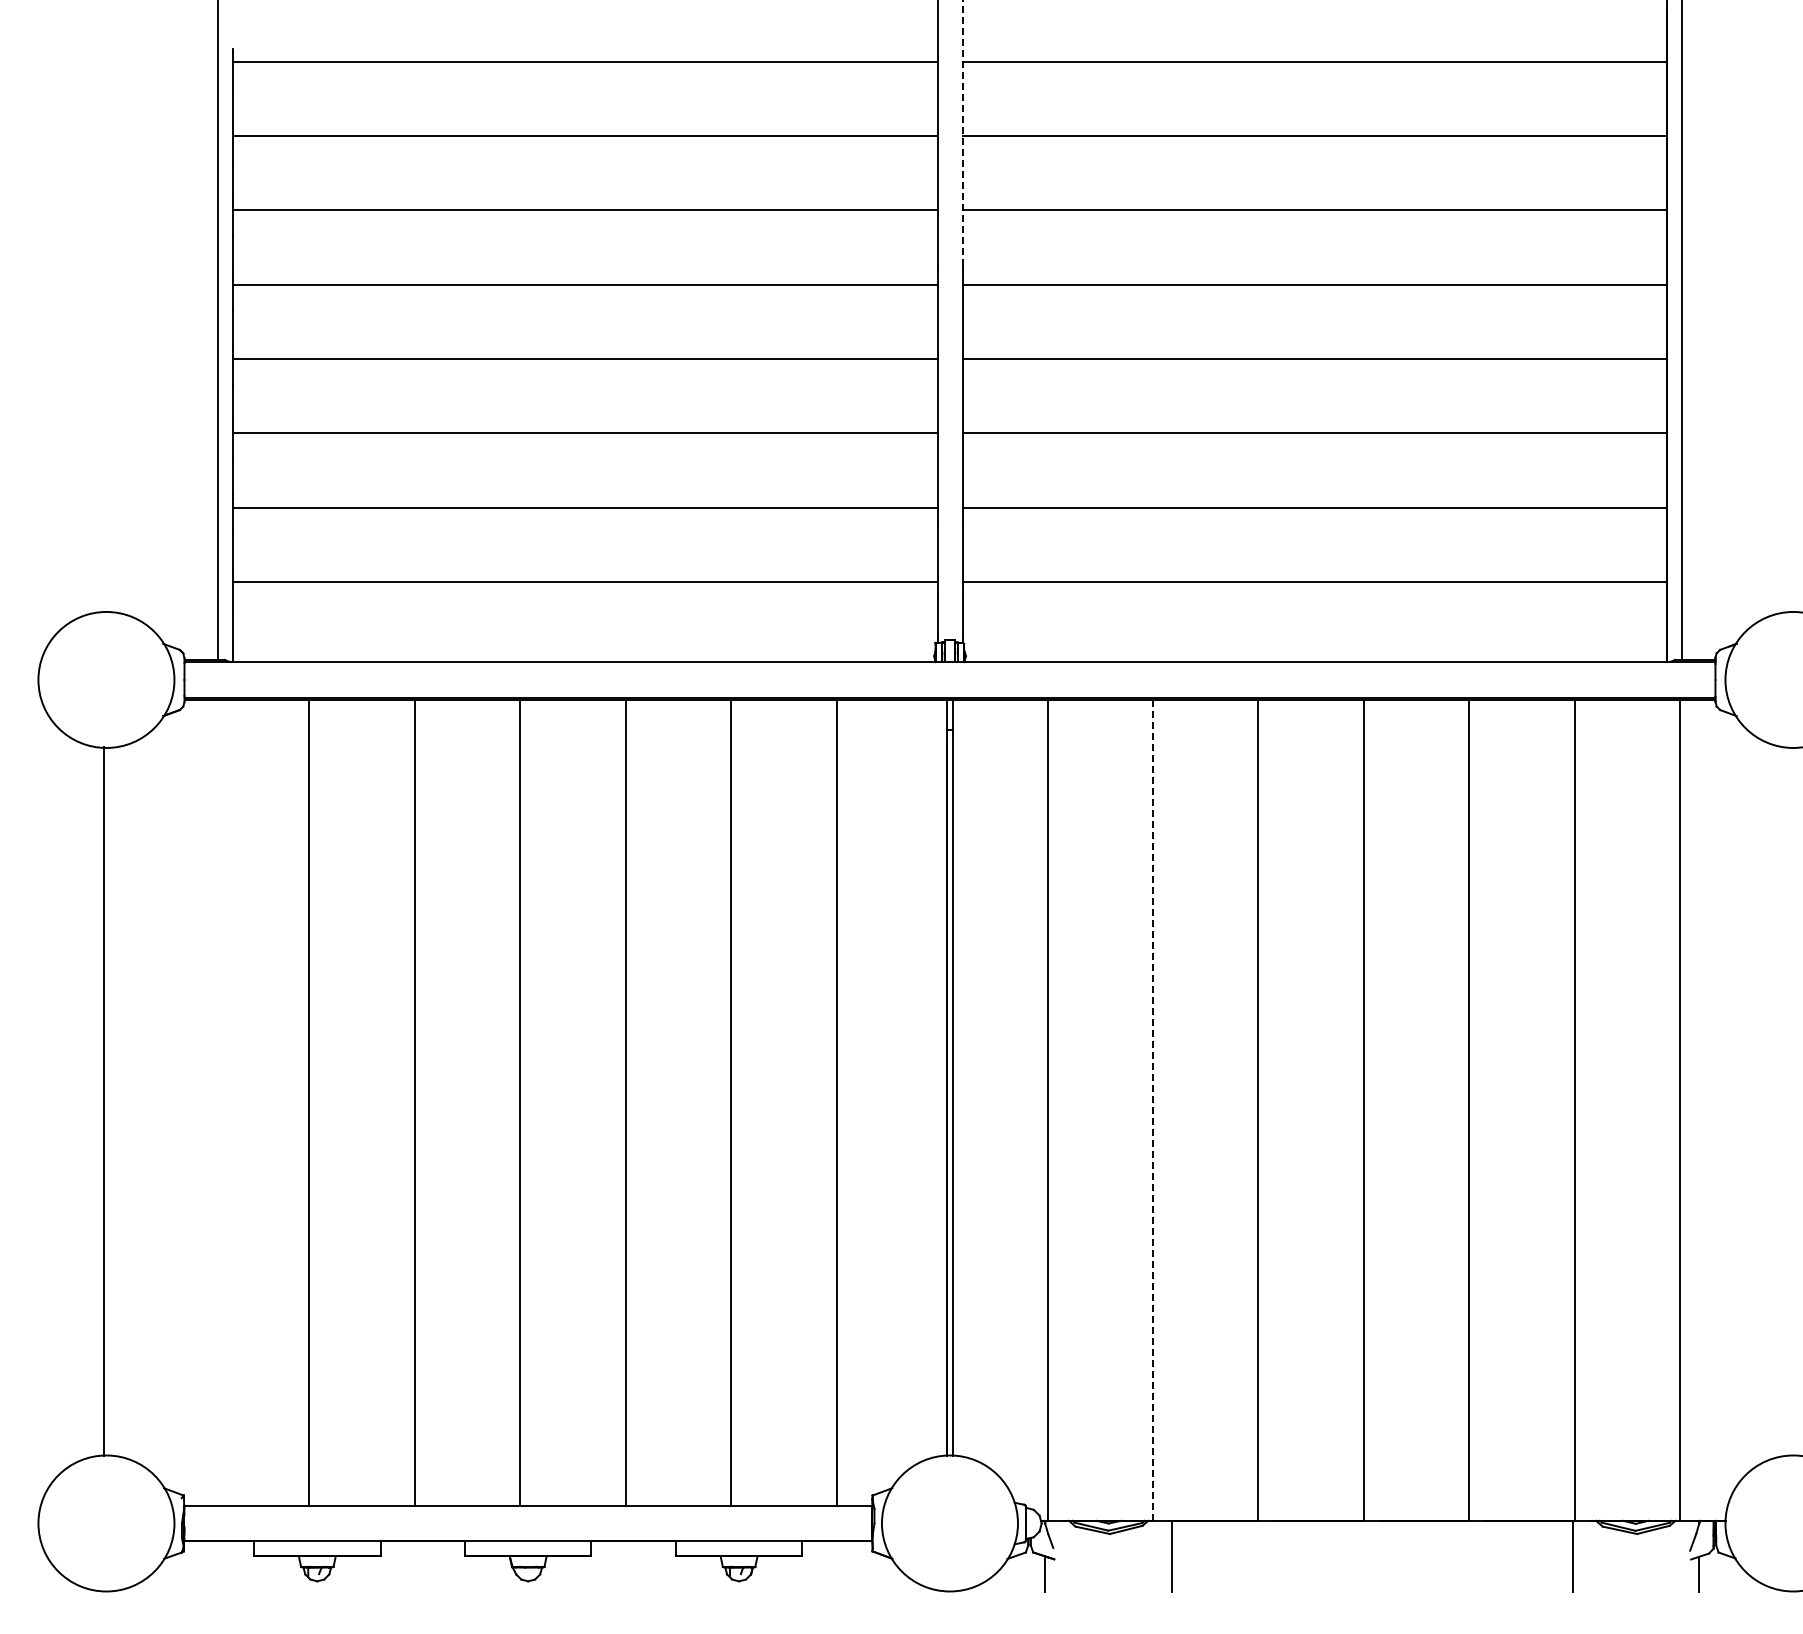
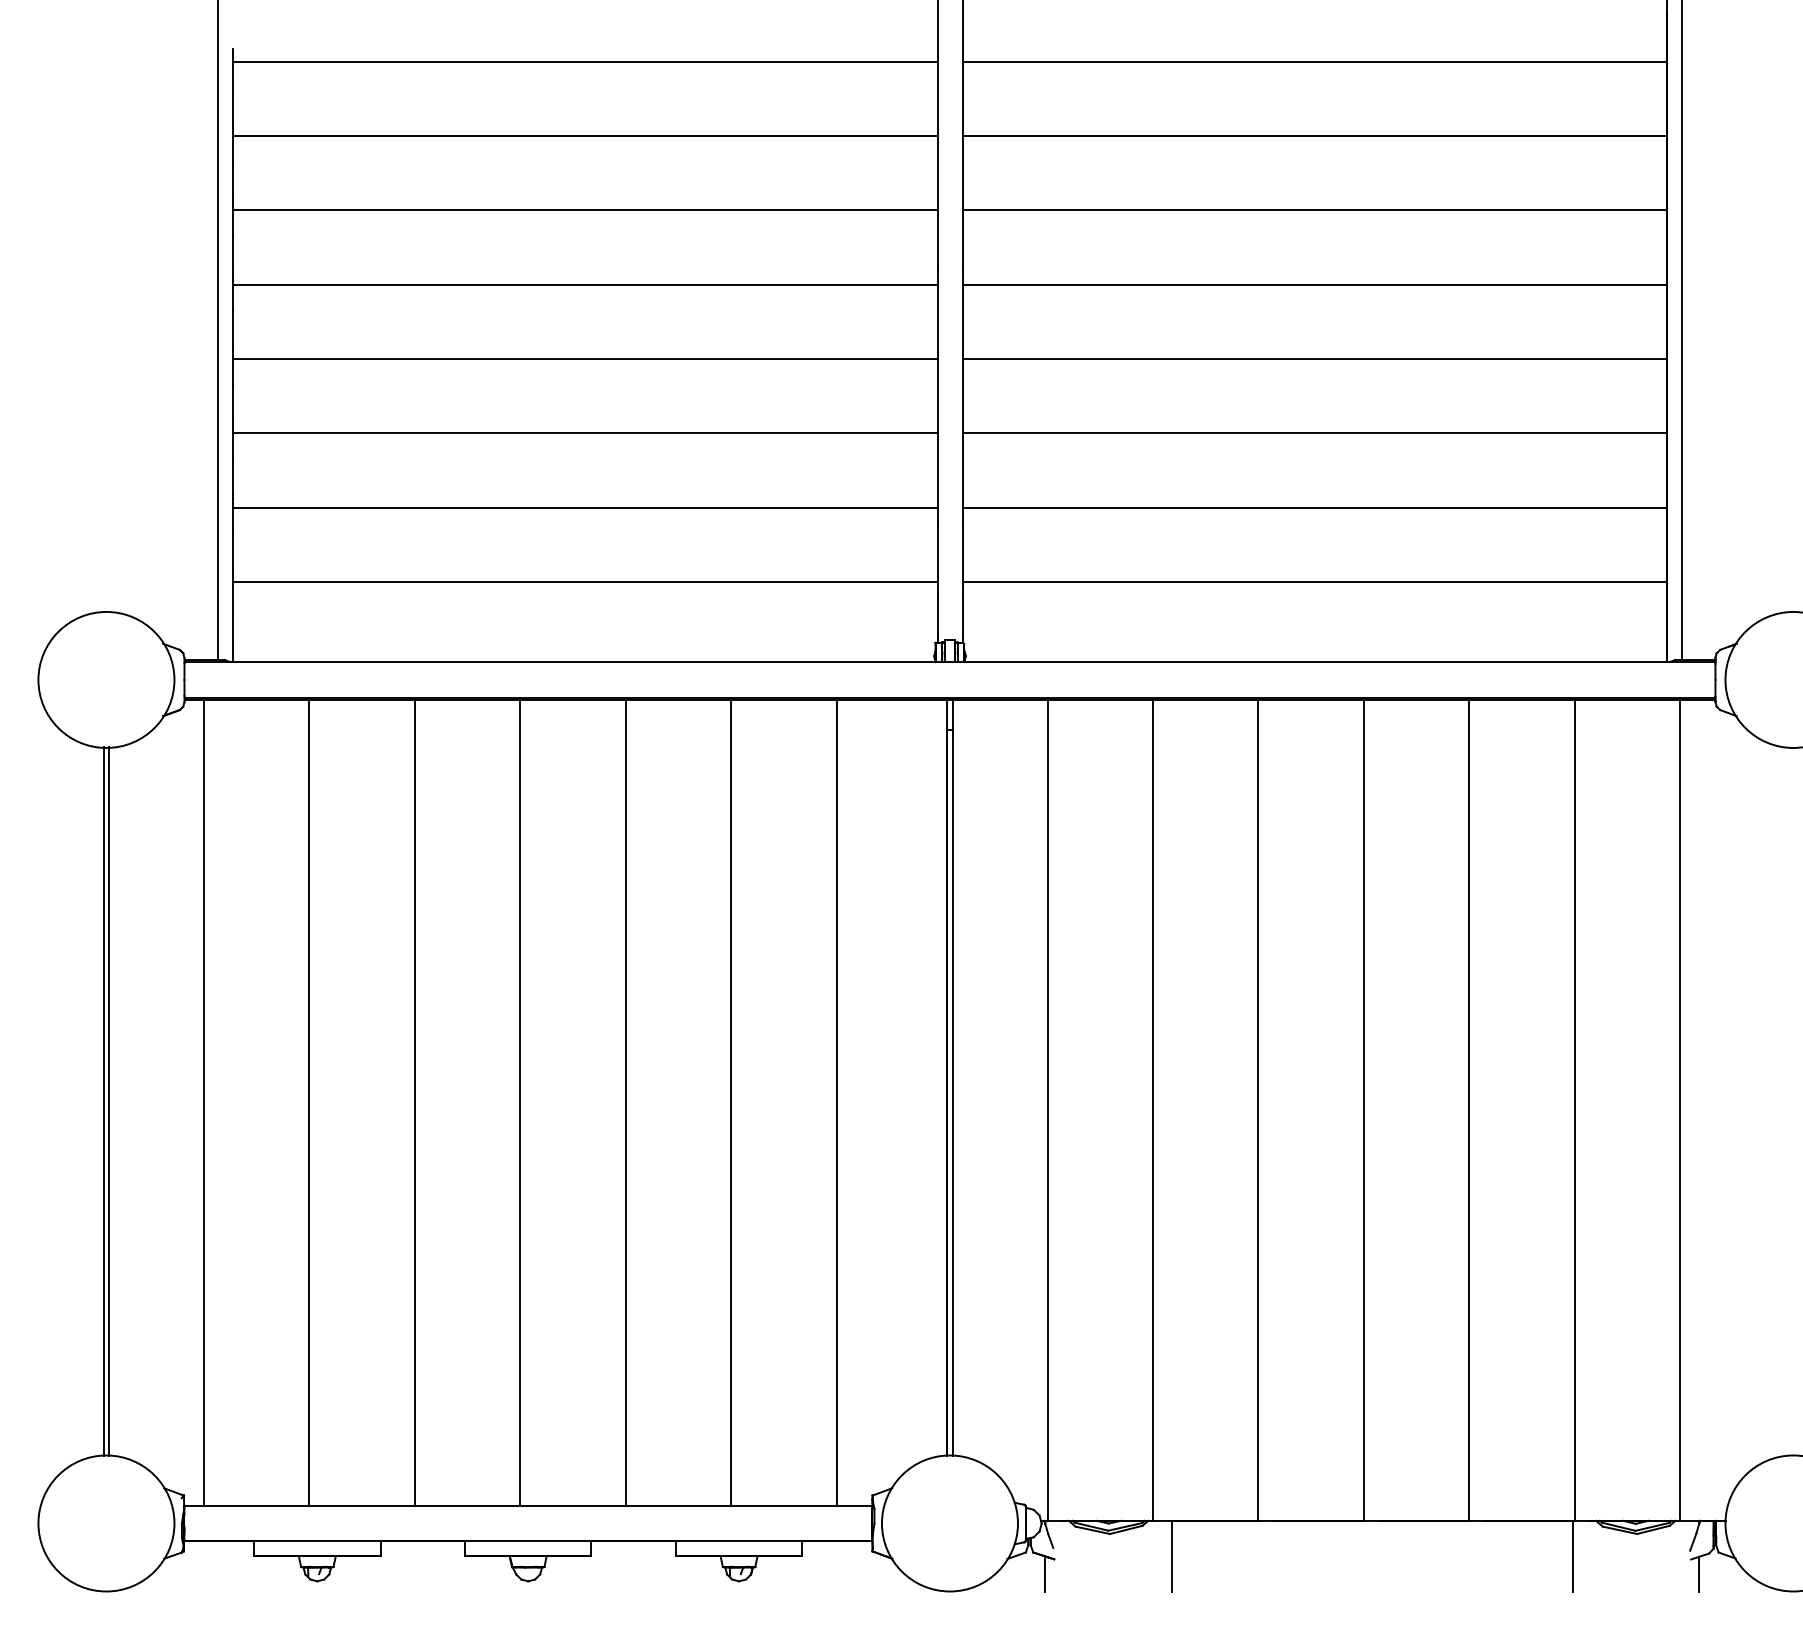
line at (963, 133): dashed -> solid
line at (109, 1101): none -> present
line at (203, 1102): none -> present
line at (1152, 1110): dashed -> solid
